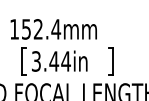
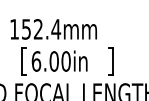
text at (50, 61): 3.44in -> 6.00in
